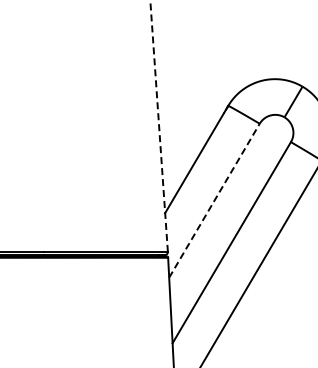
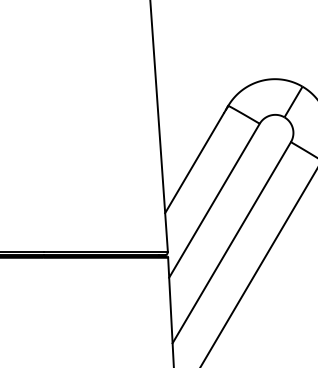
line at (159, 126): dashed -> solid
line at (214, 200): dashed -> solid
